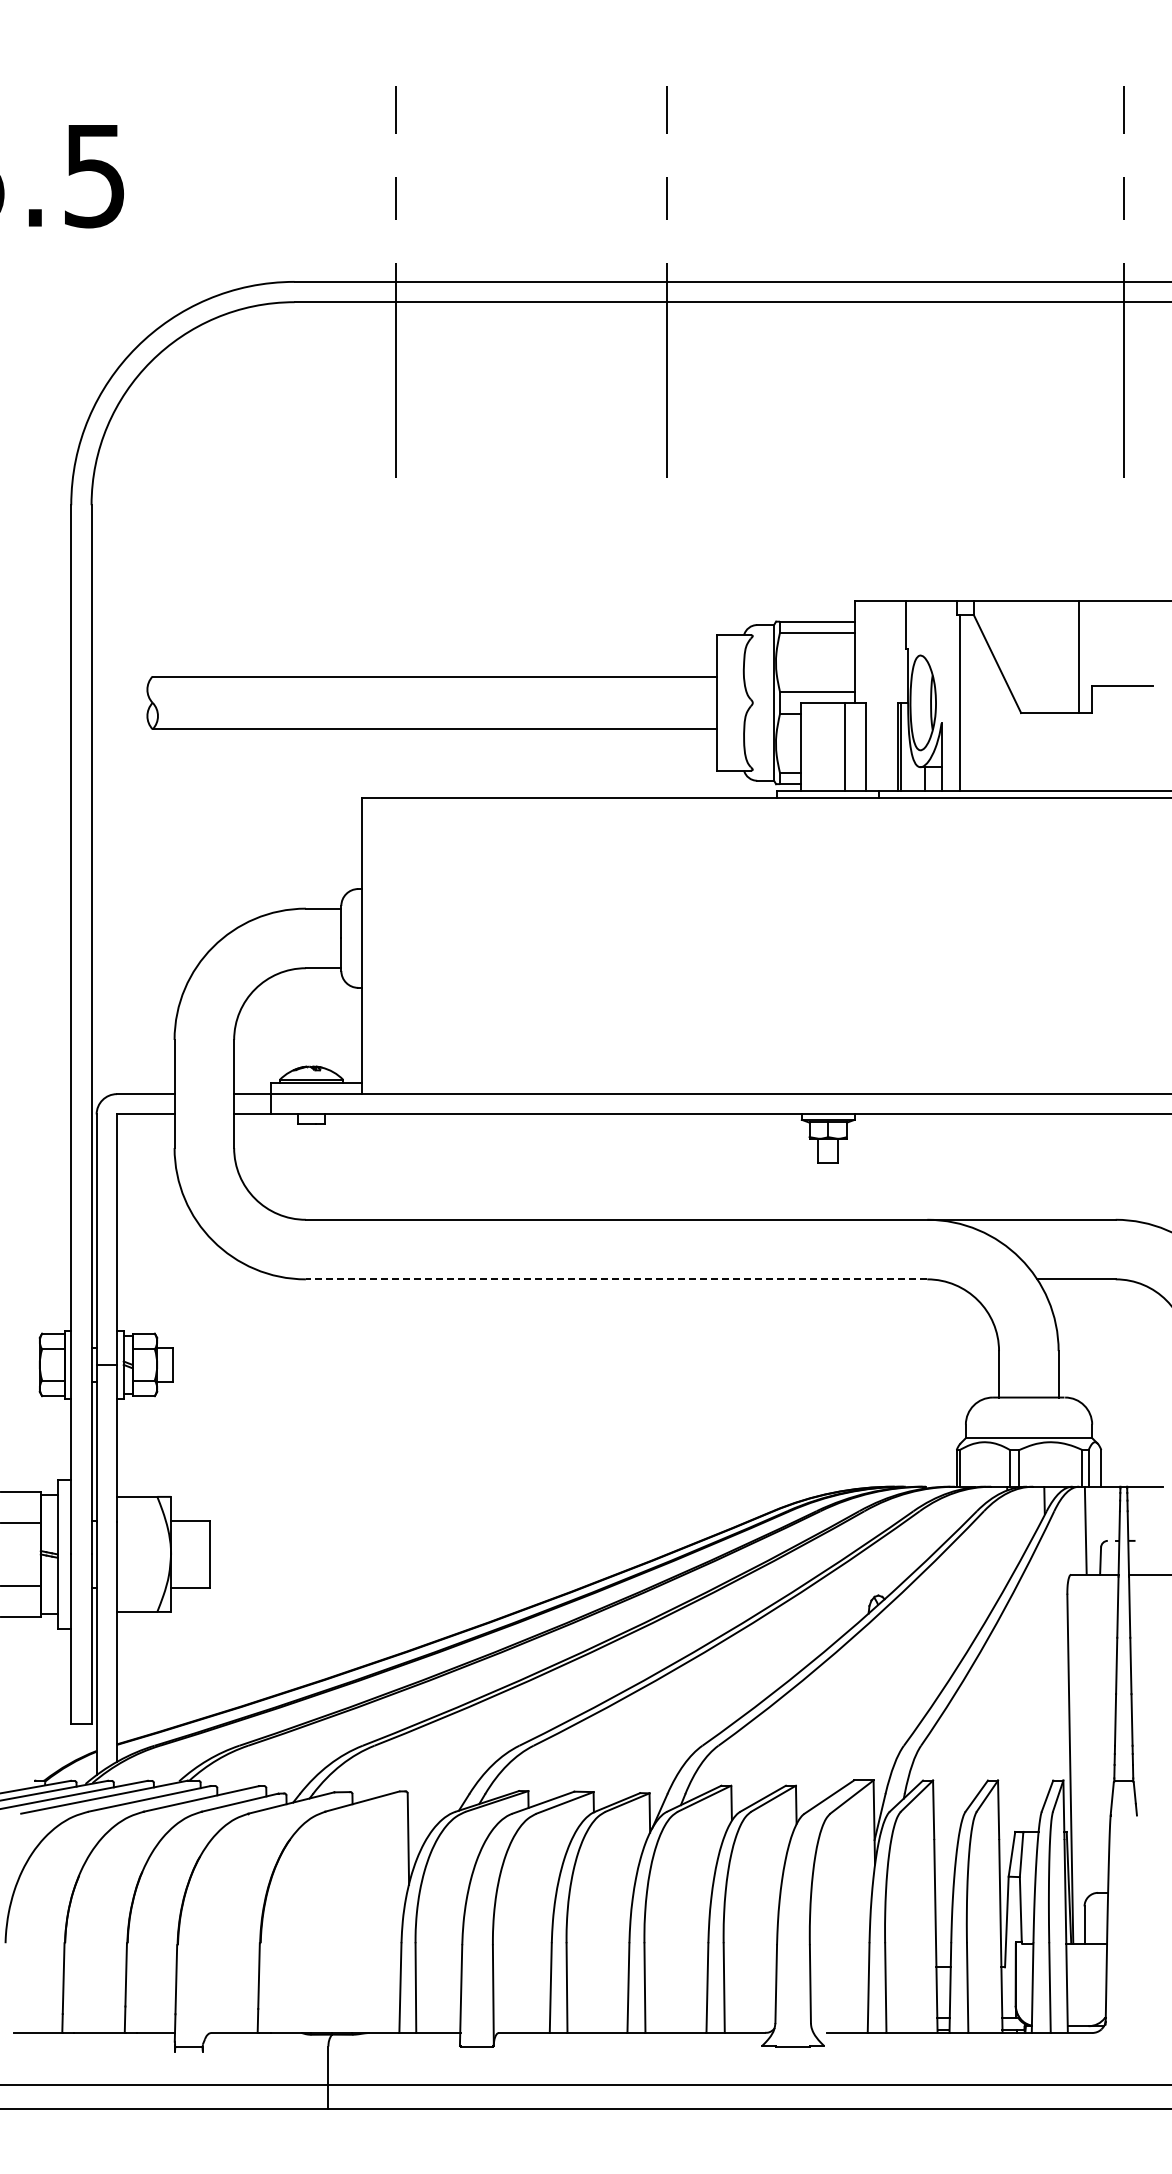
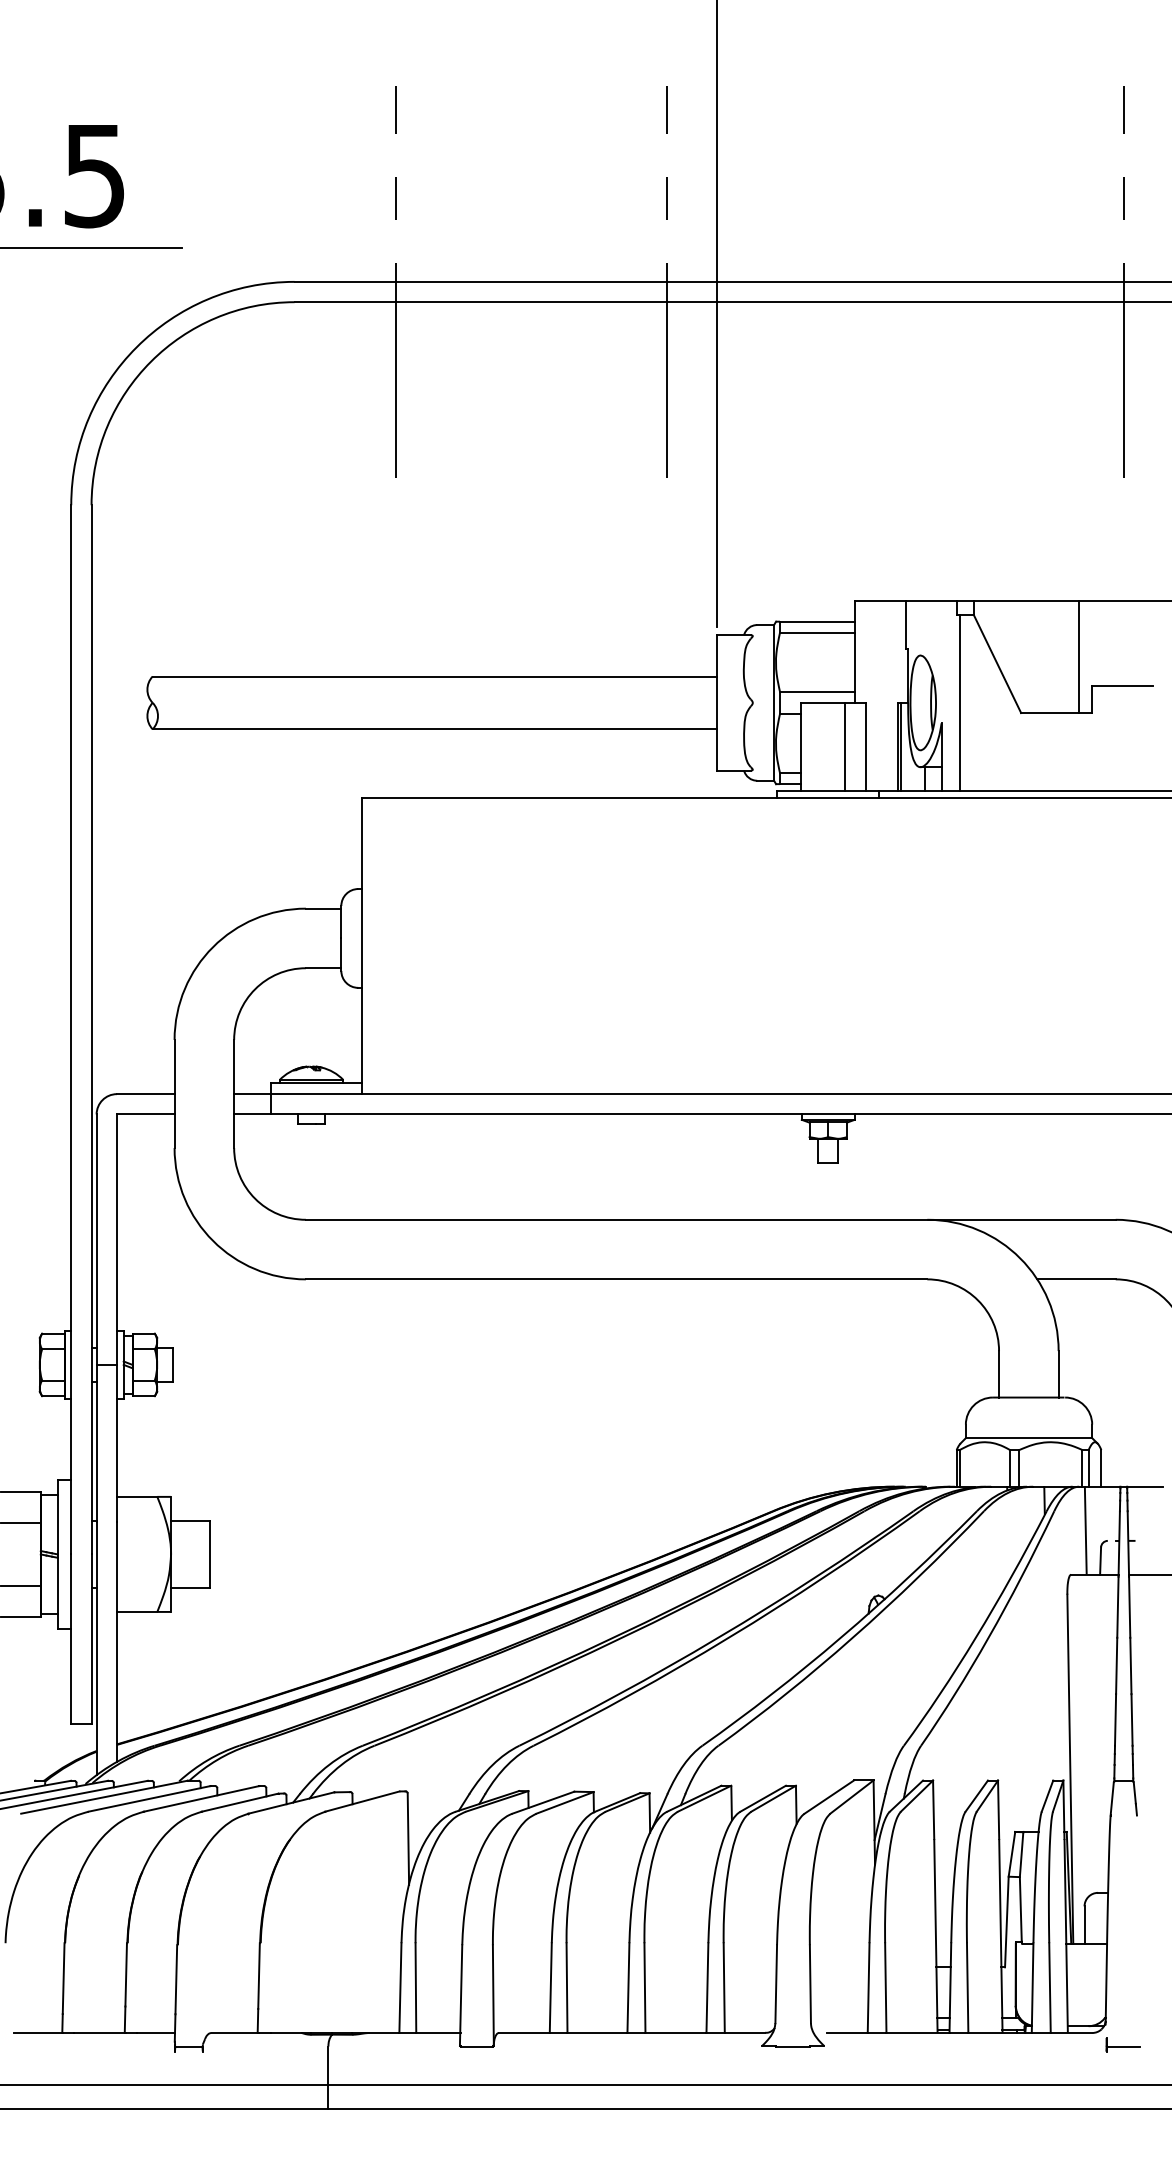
line at (91, 247): none -> present
line at (716, 314): none -> present
line at (616, 1279): dashed -> solid
part at (1122, 2044): none -> present
